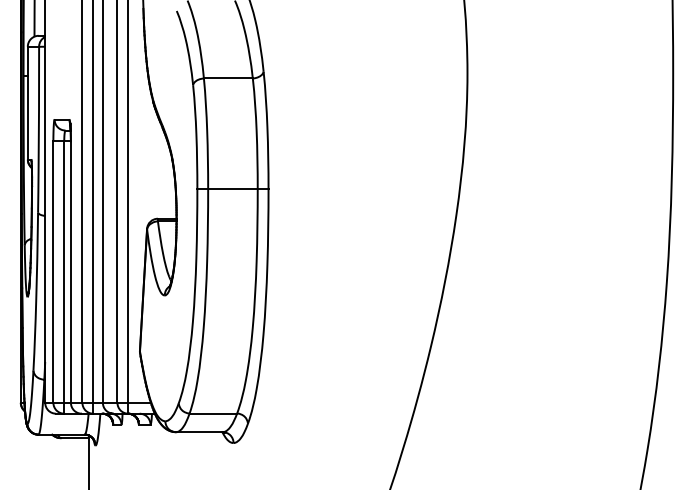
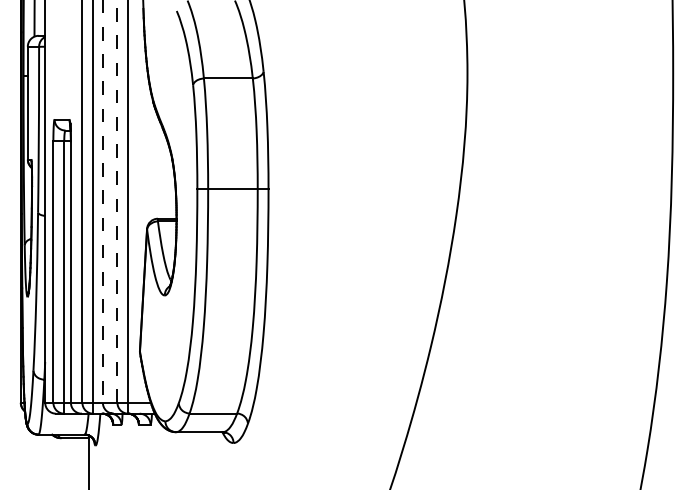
line at (102, 201): solid -> dashed
line at (117, 201): solid -> dashed
